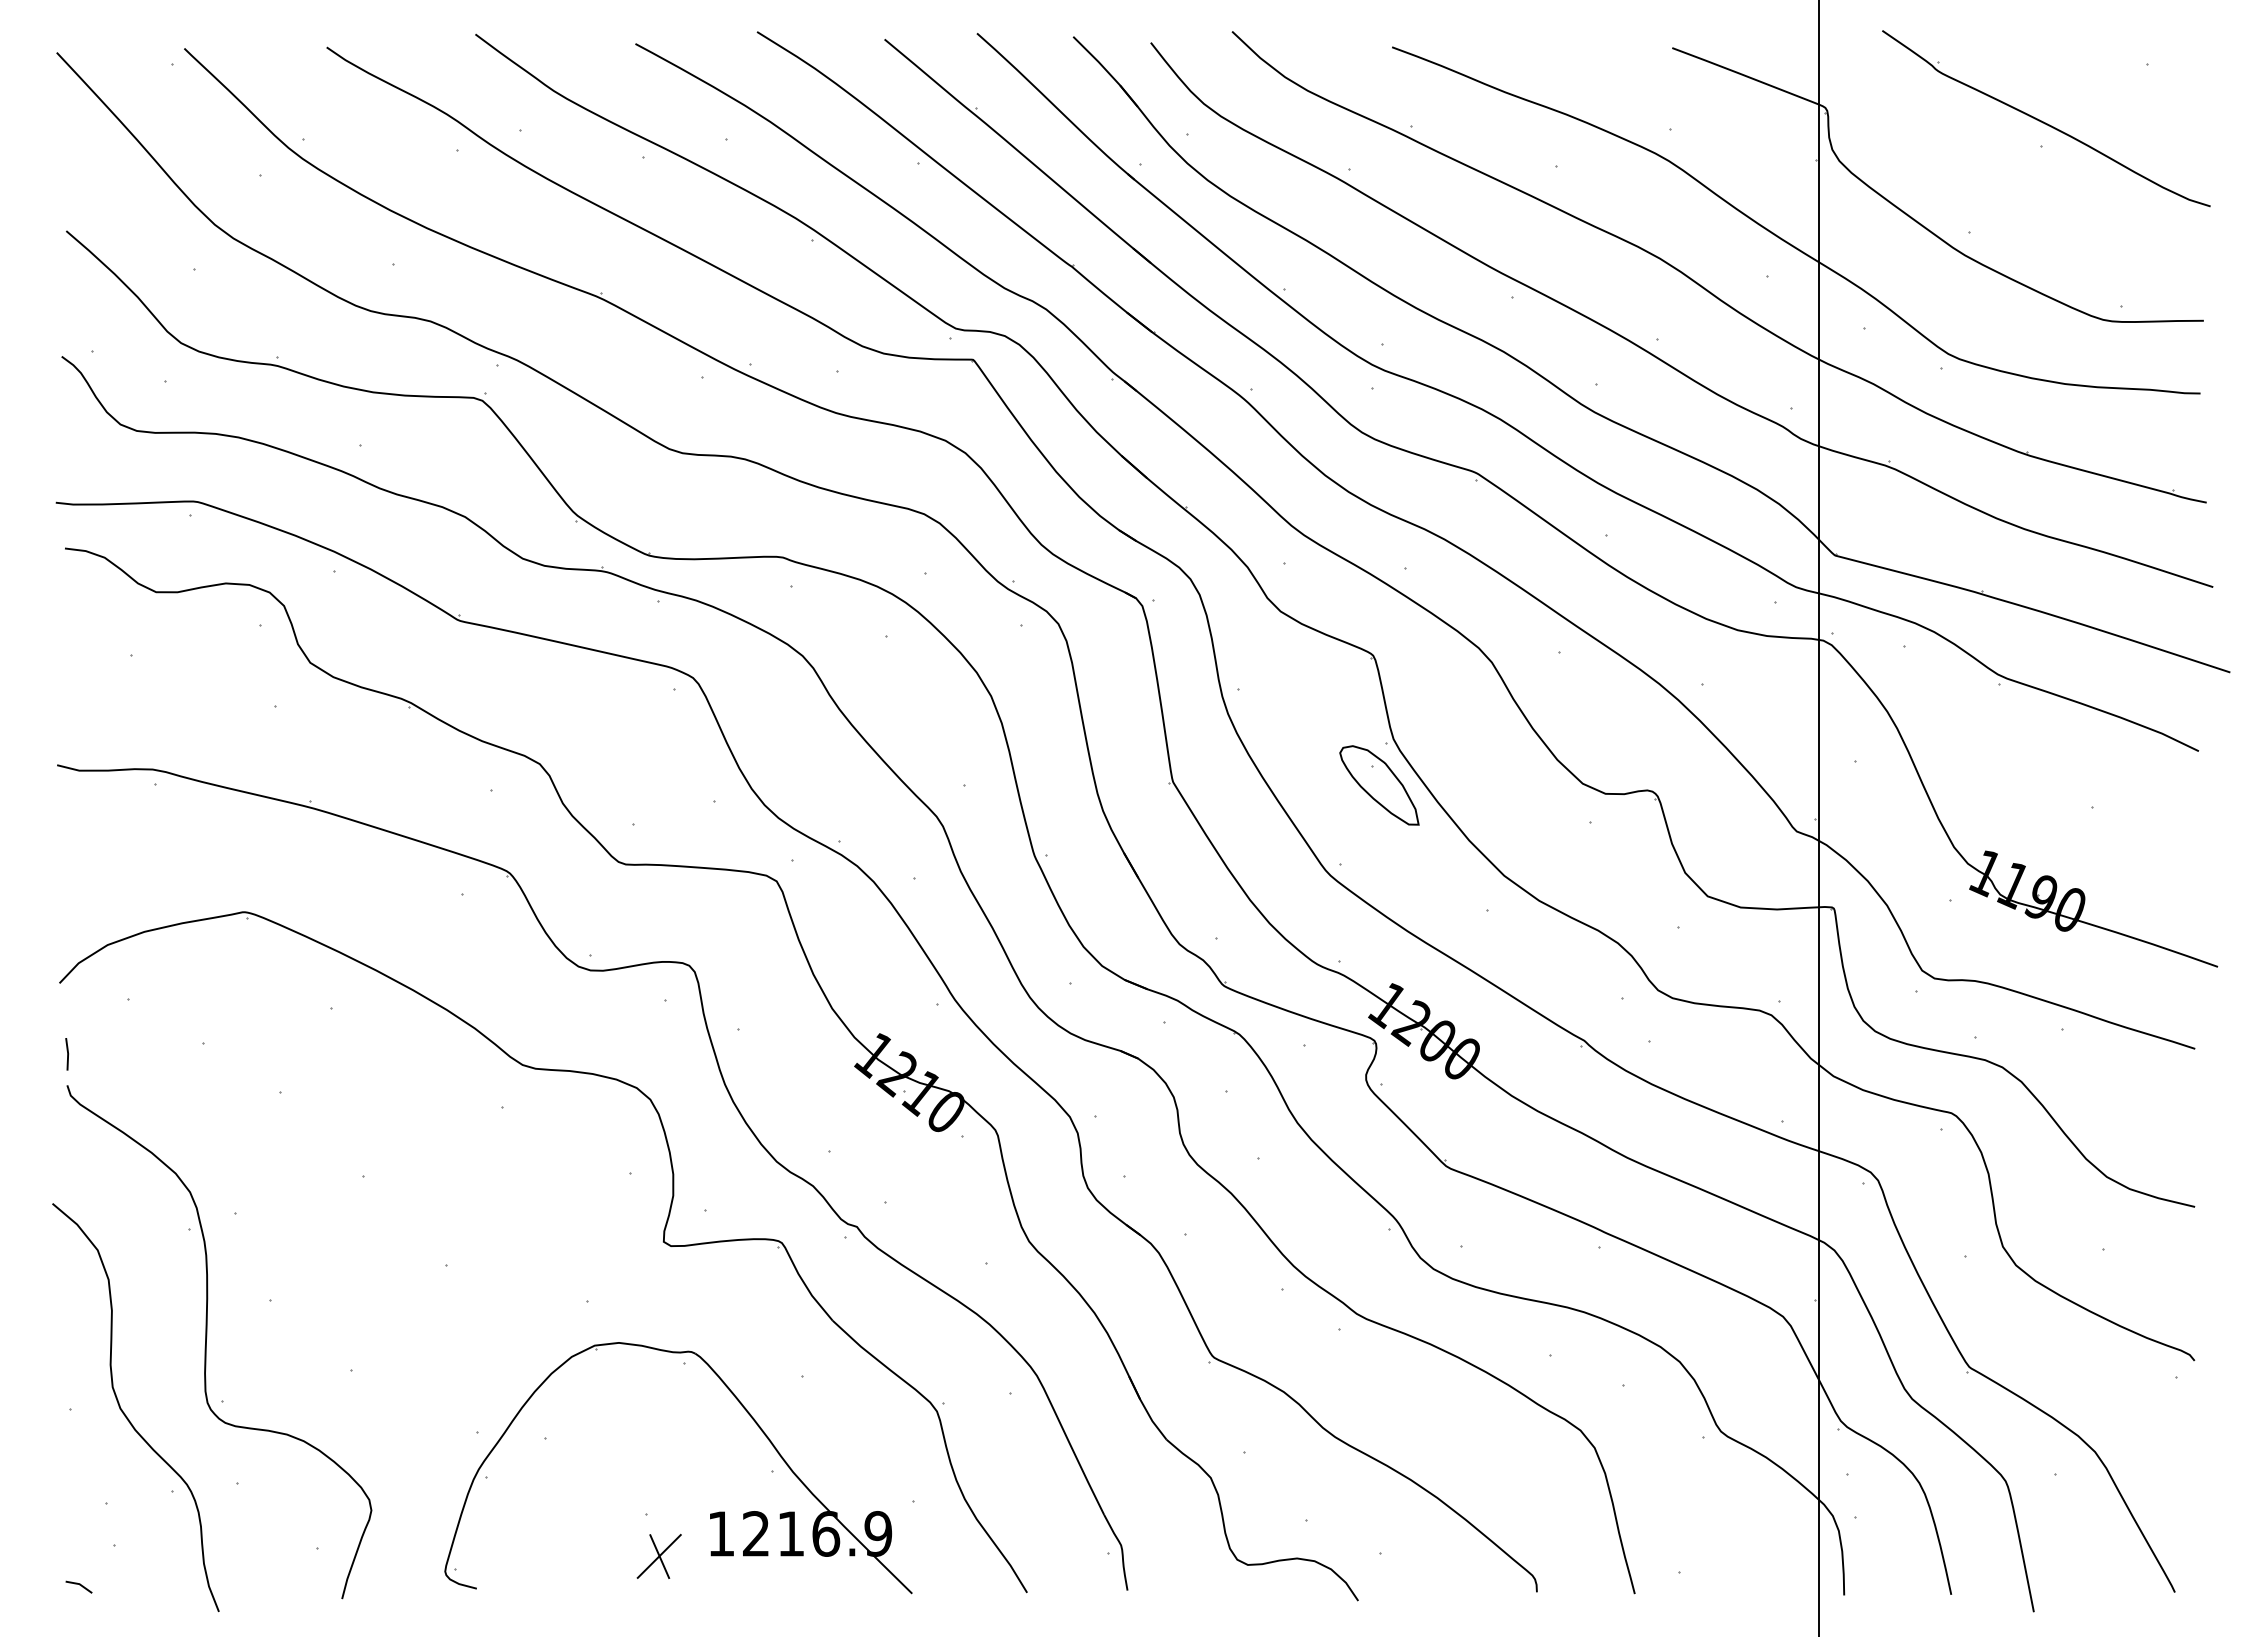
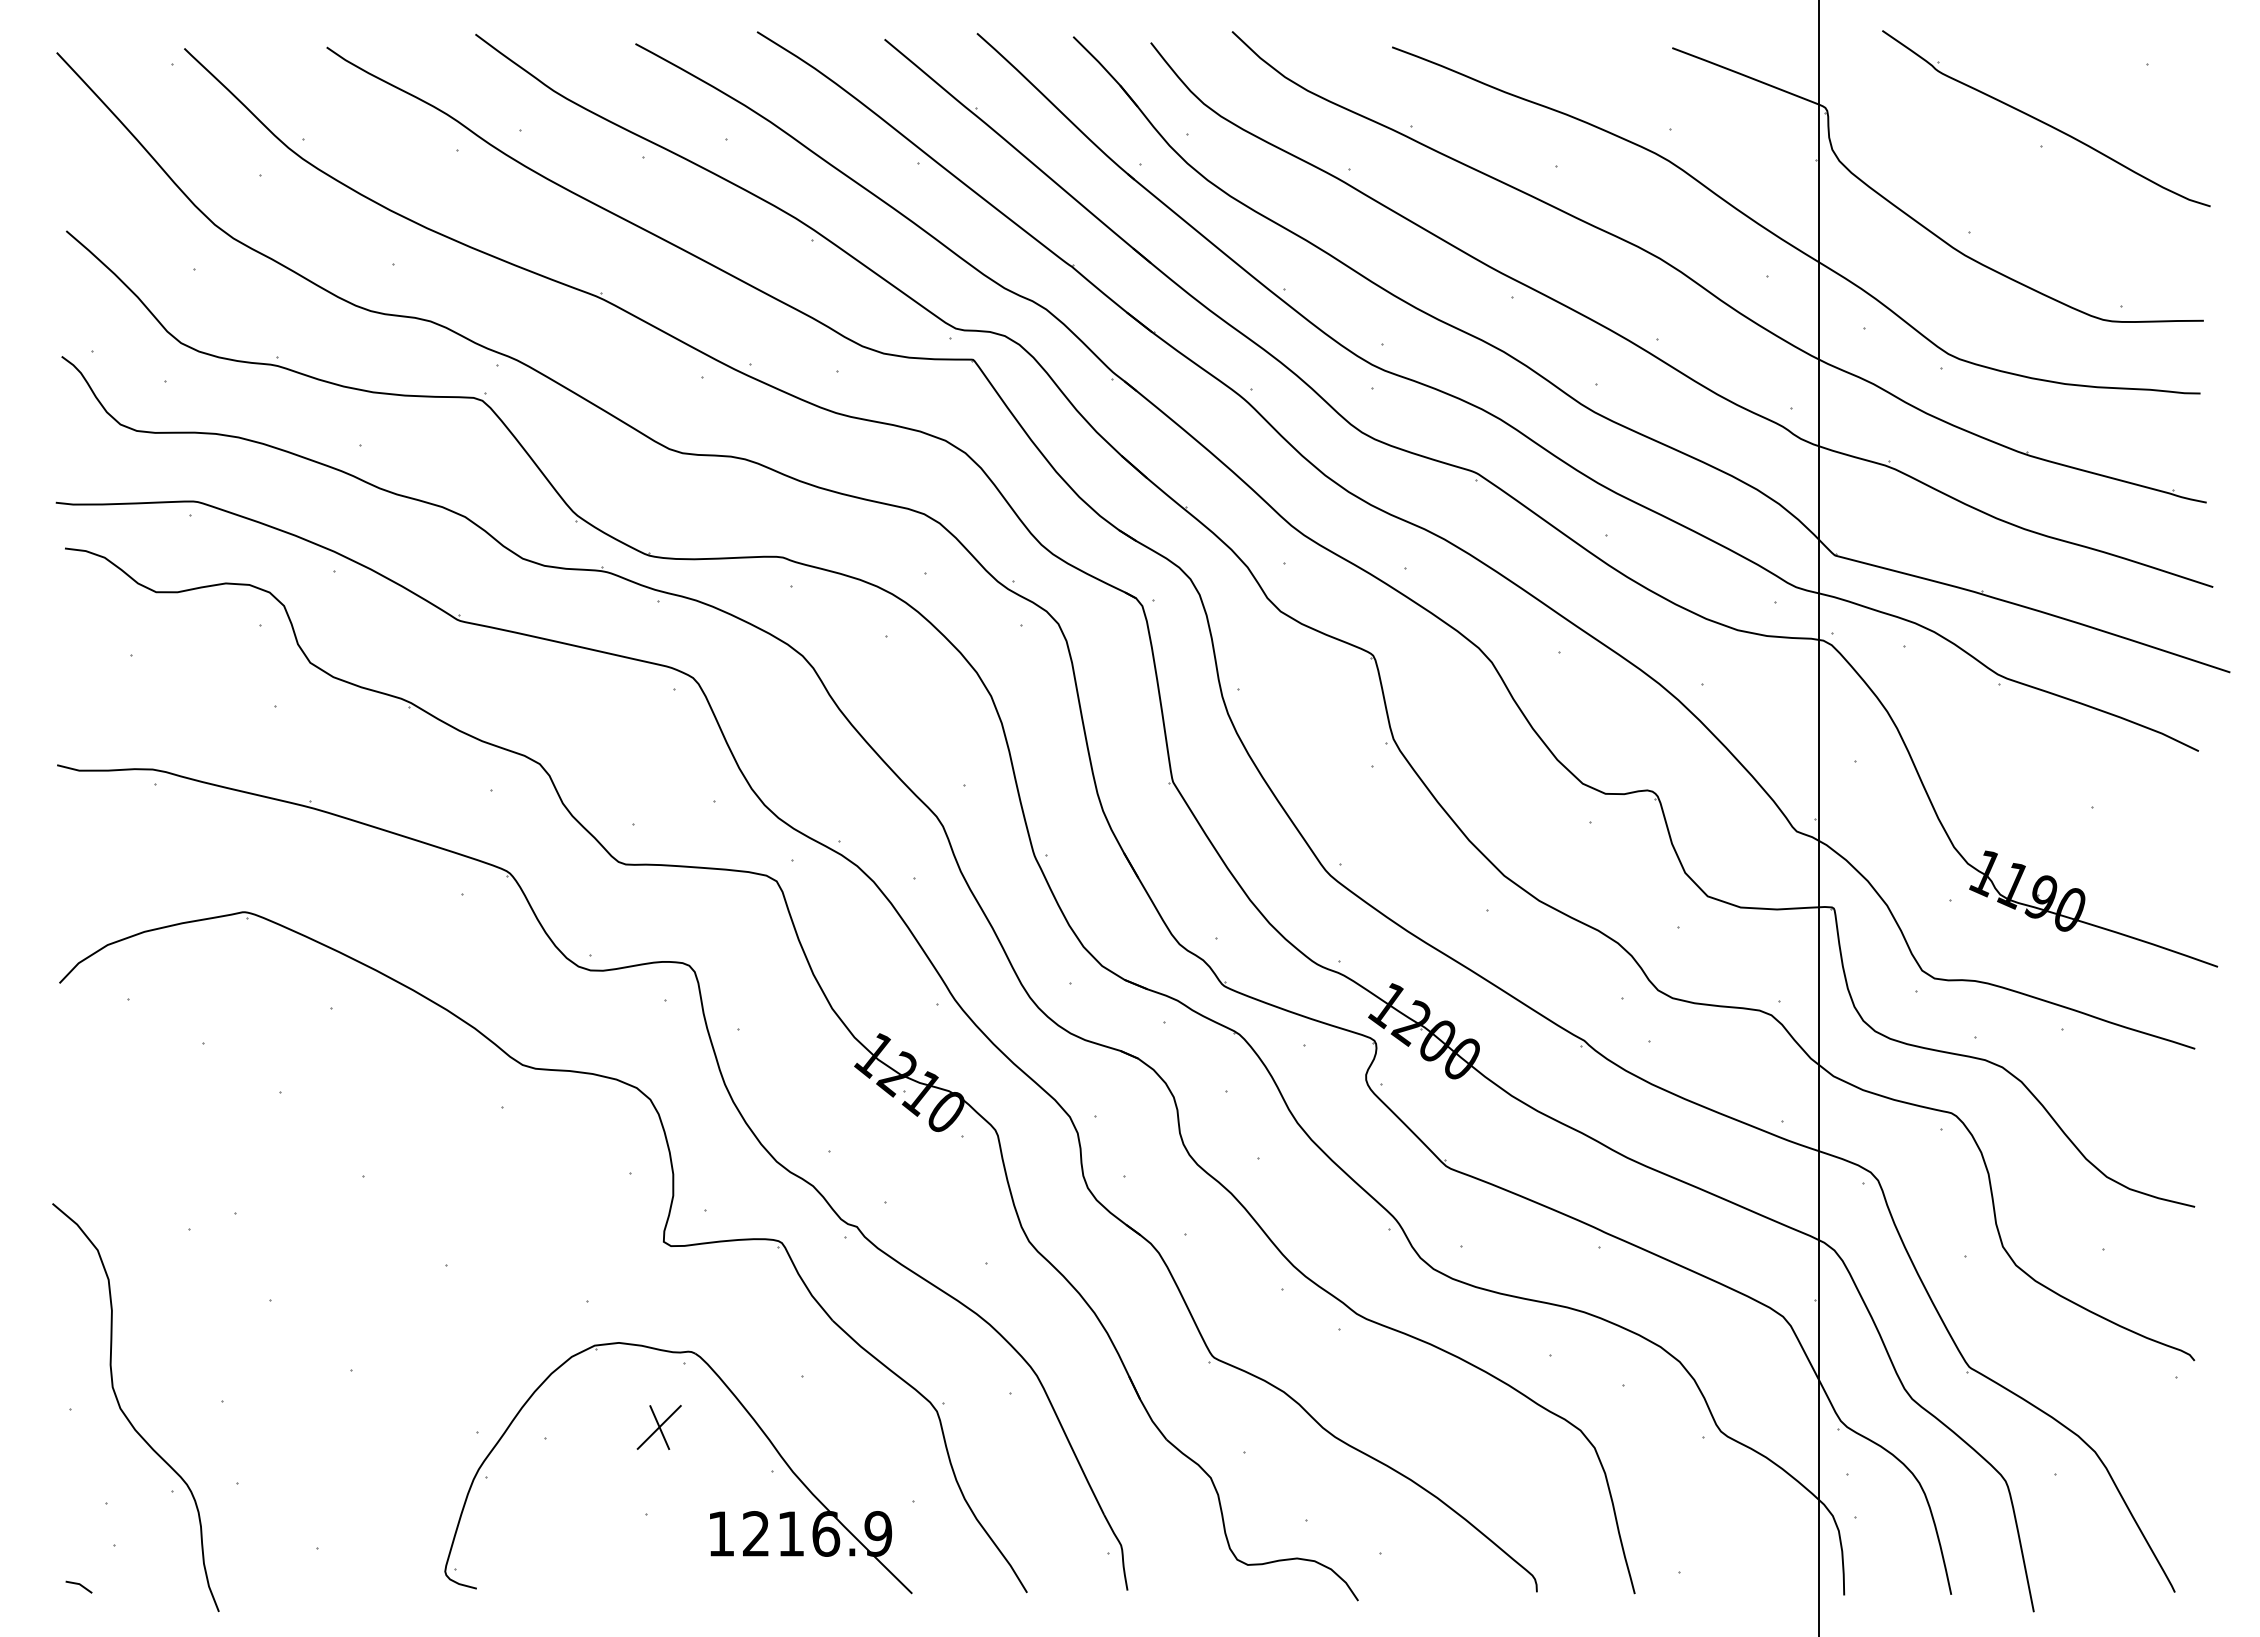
part at (1379, 785): present -> none
line at (67, 1054): present -> none
curve at (207, 1337): present -> none
part at (658, 1556) position: (658, 1556) -> (658, 1427)
